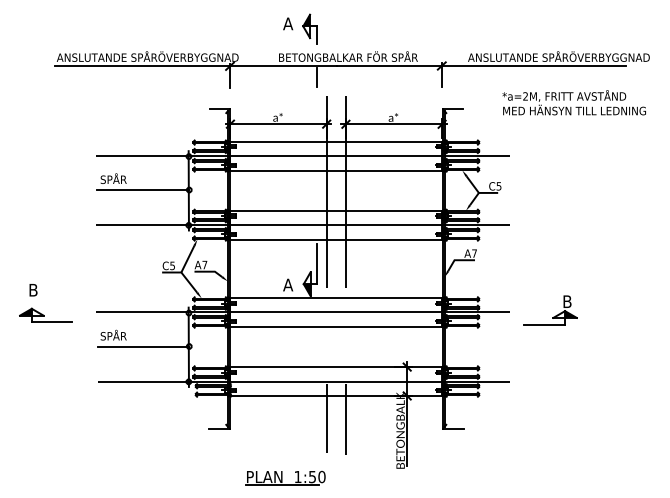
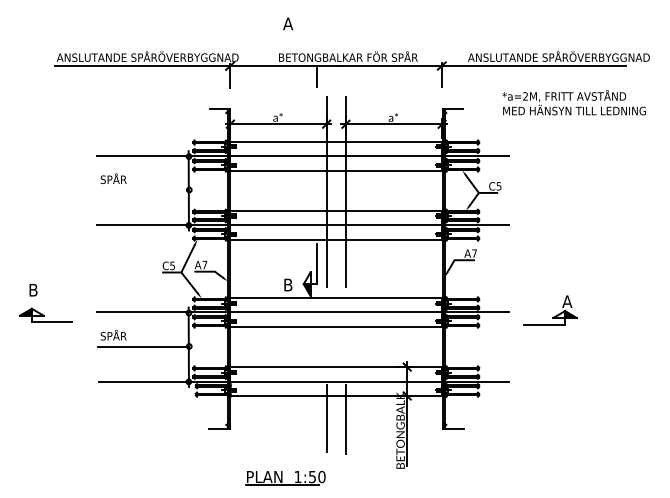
part at (309, 28): present -> none
line at (143, 190): present -> none
text at (288, 284): A -> B
text at (567, 301): B -> A
